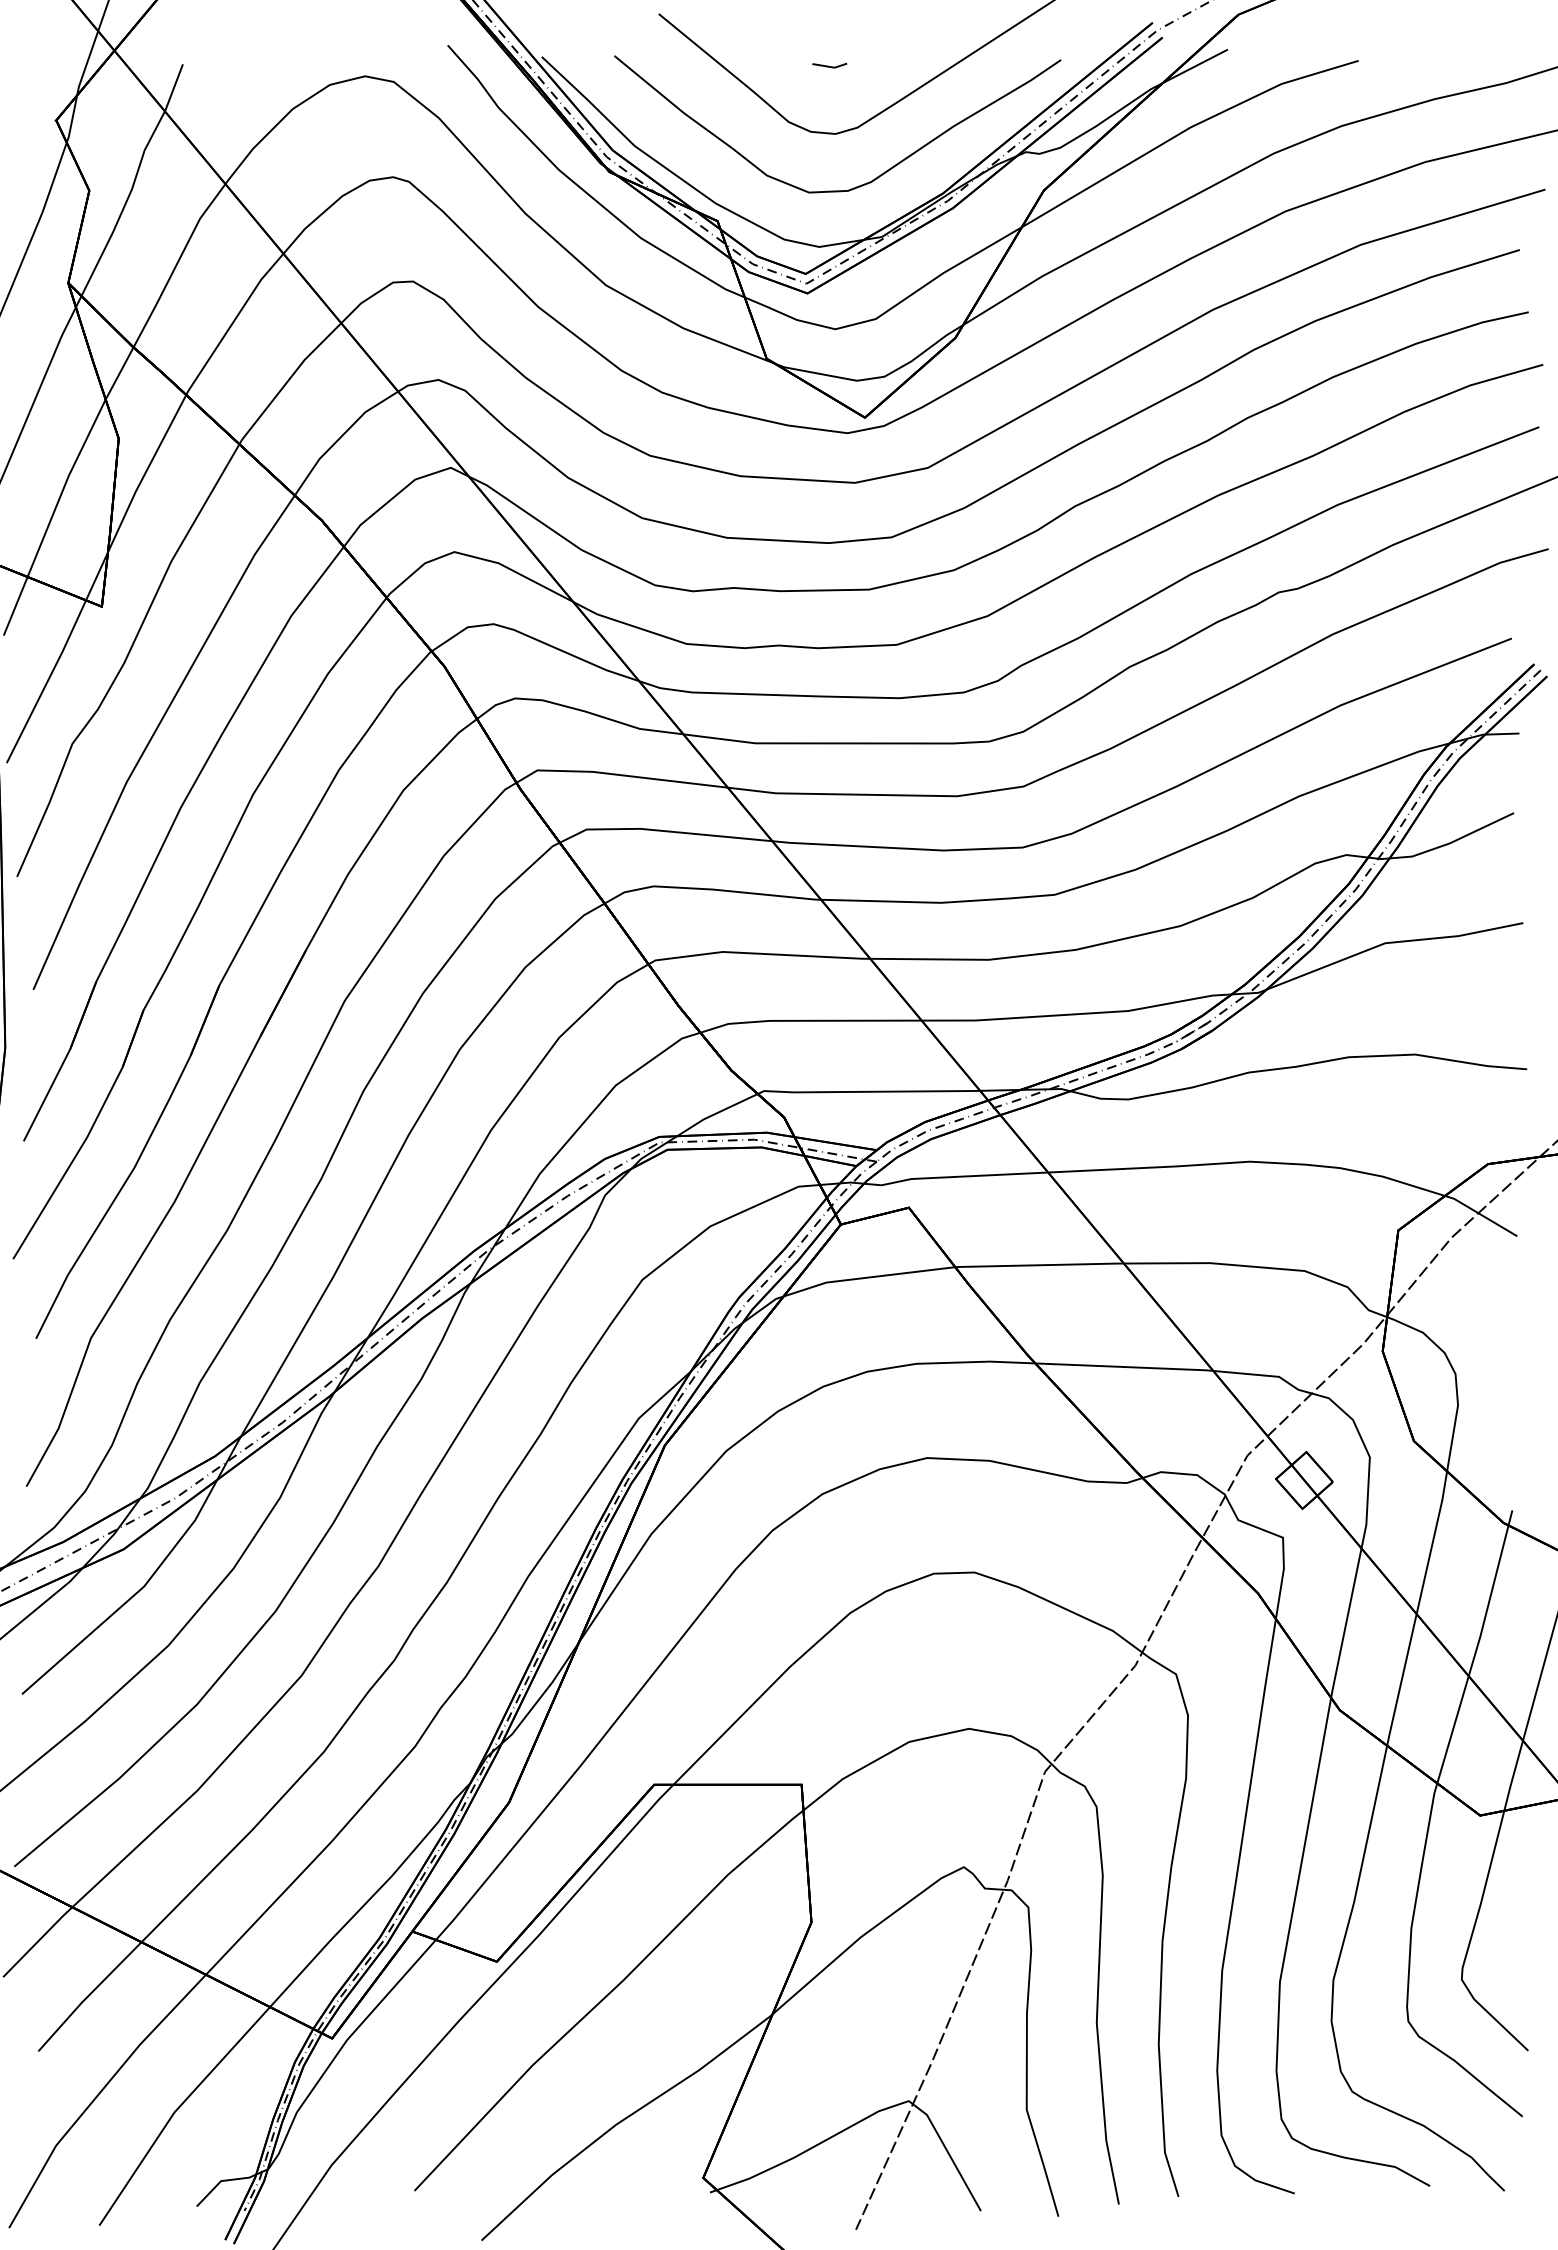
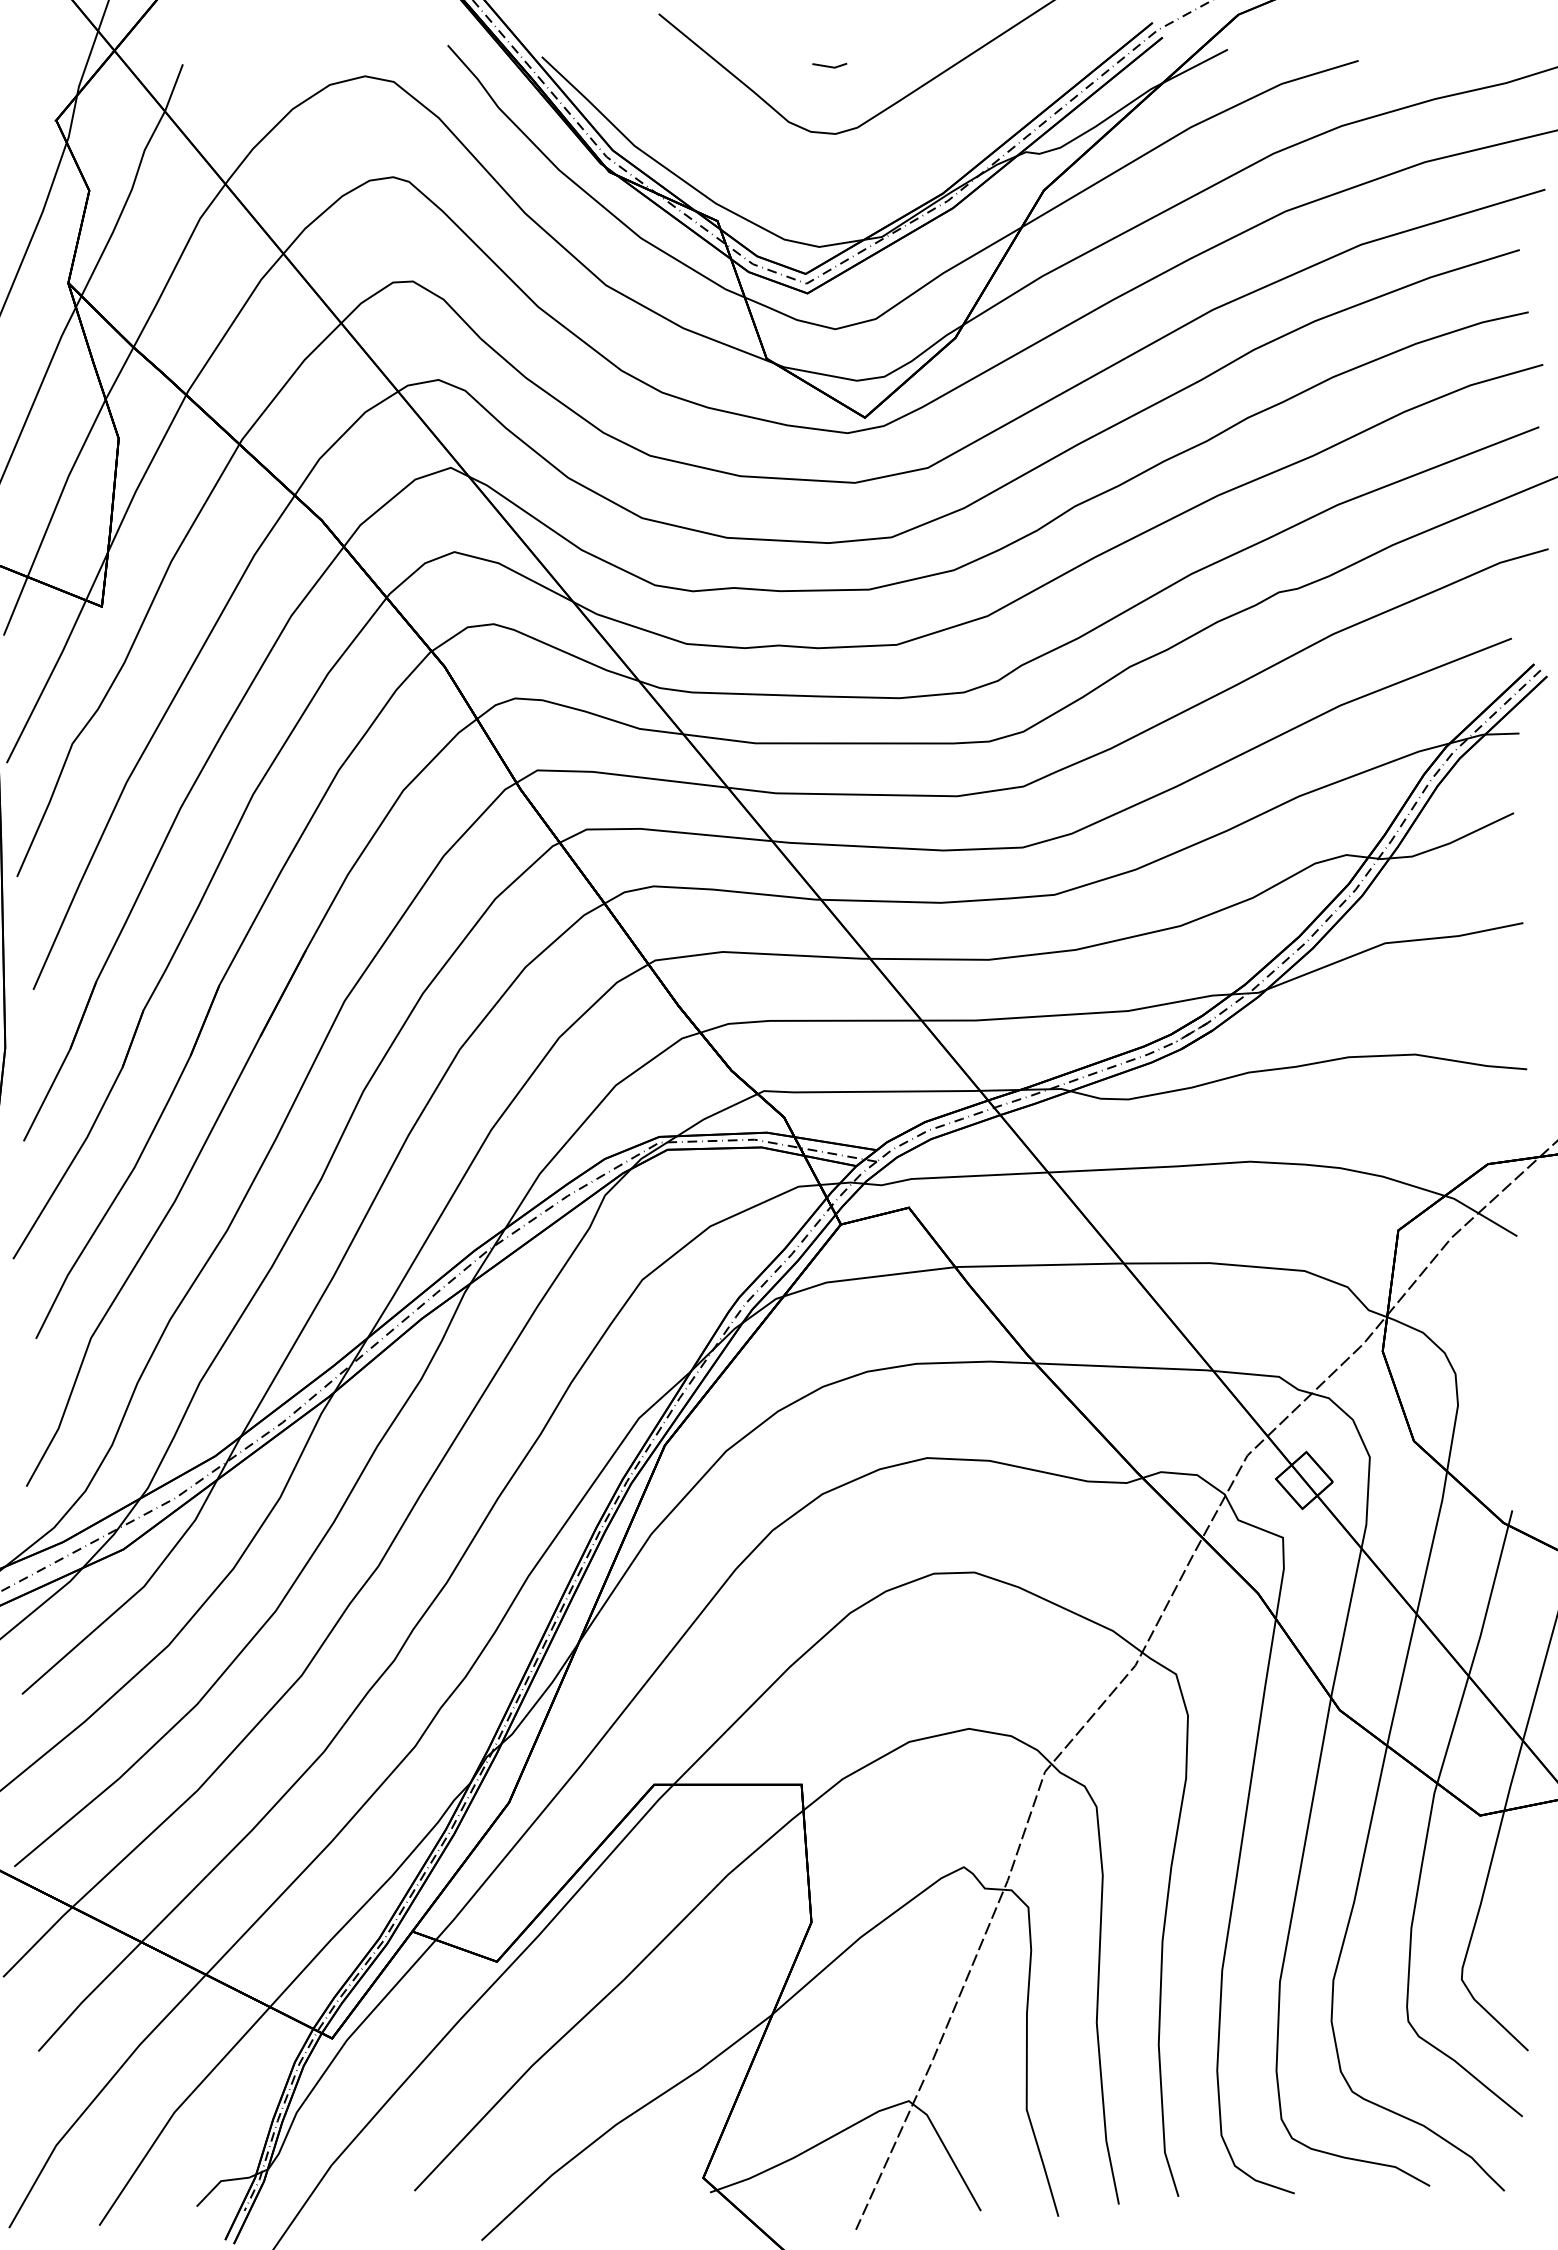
curve at (858, 185): present -> none
